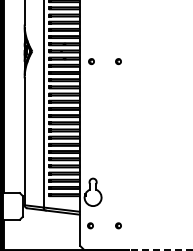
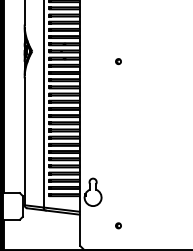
part at (91, 61): present -> none
part at (90, 225): present -> none
line at (161, 249): dashed -> solid
